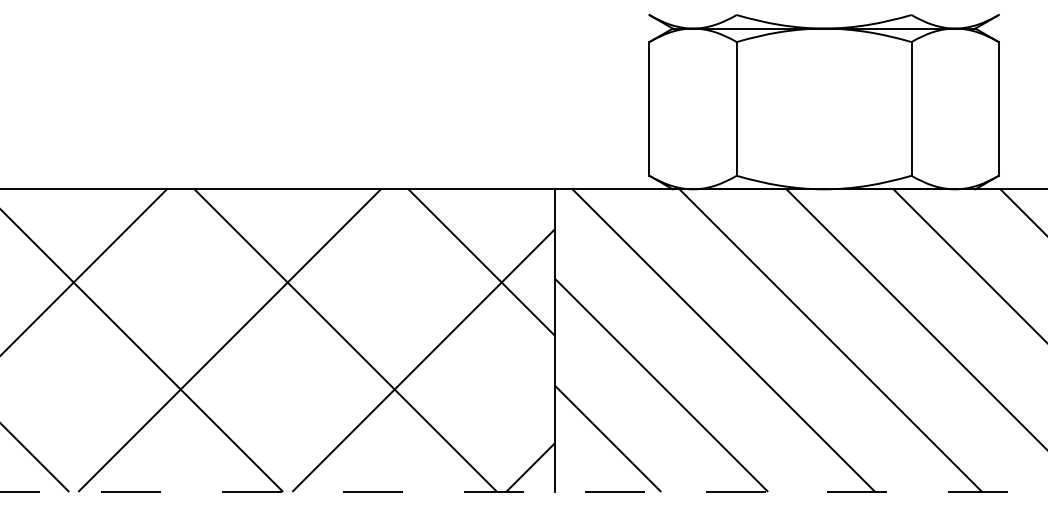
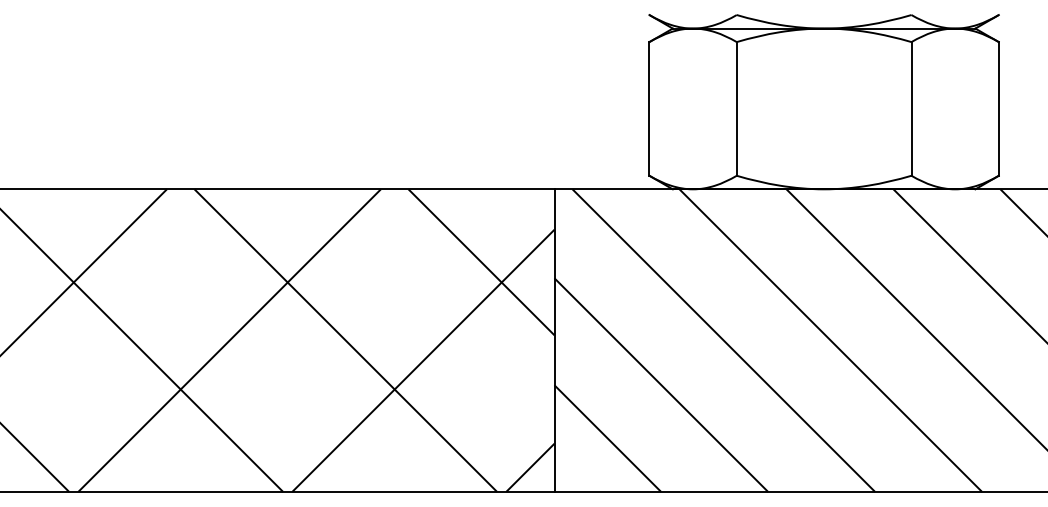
line at (524, 491): dashed -> solid
